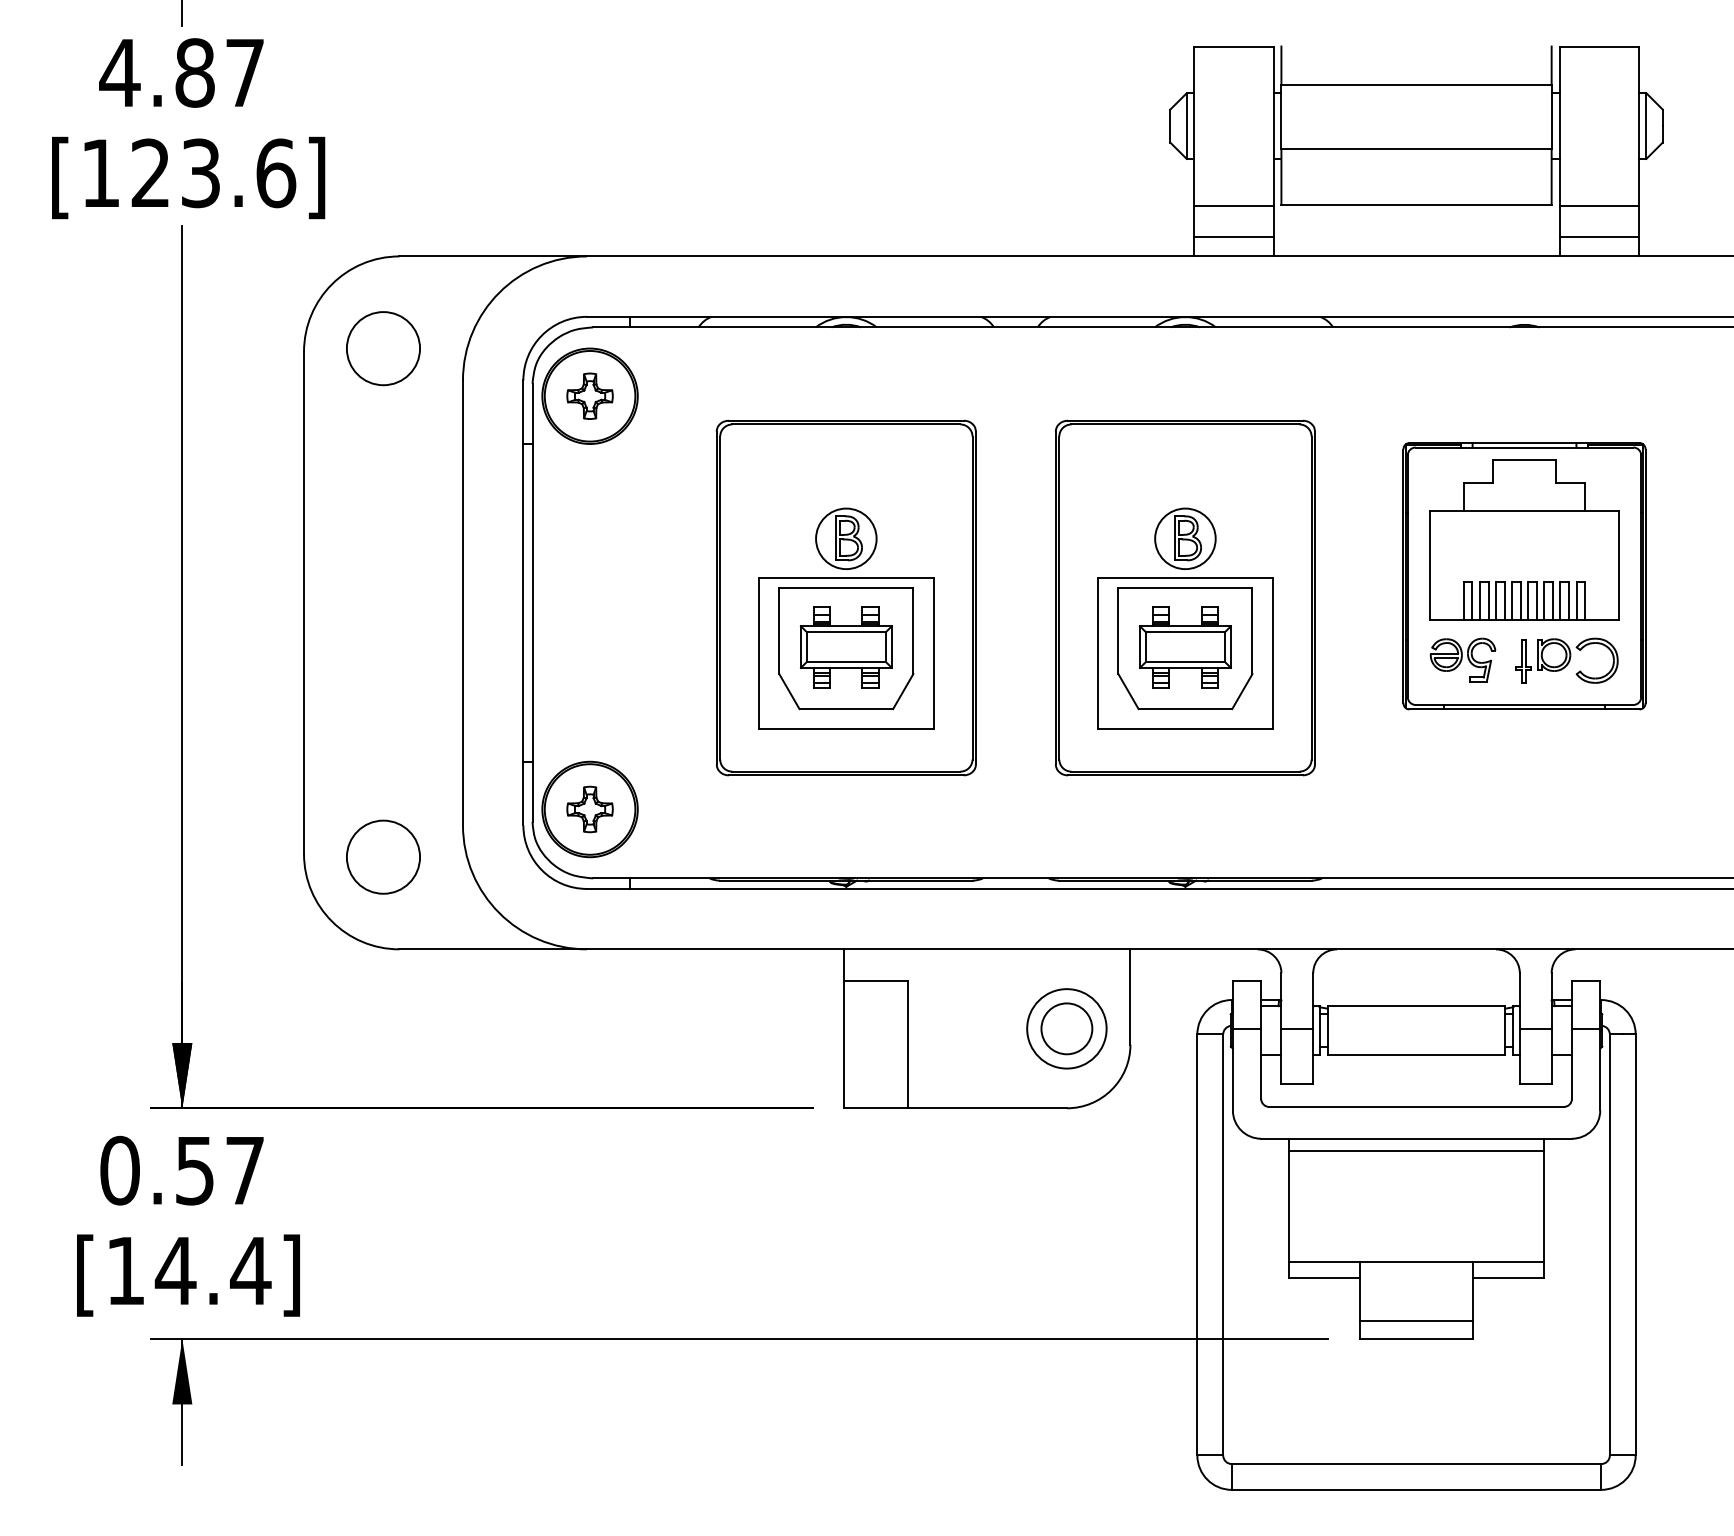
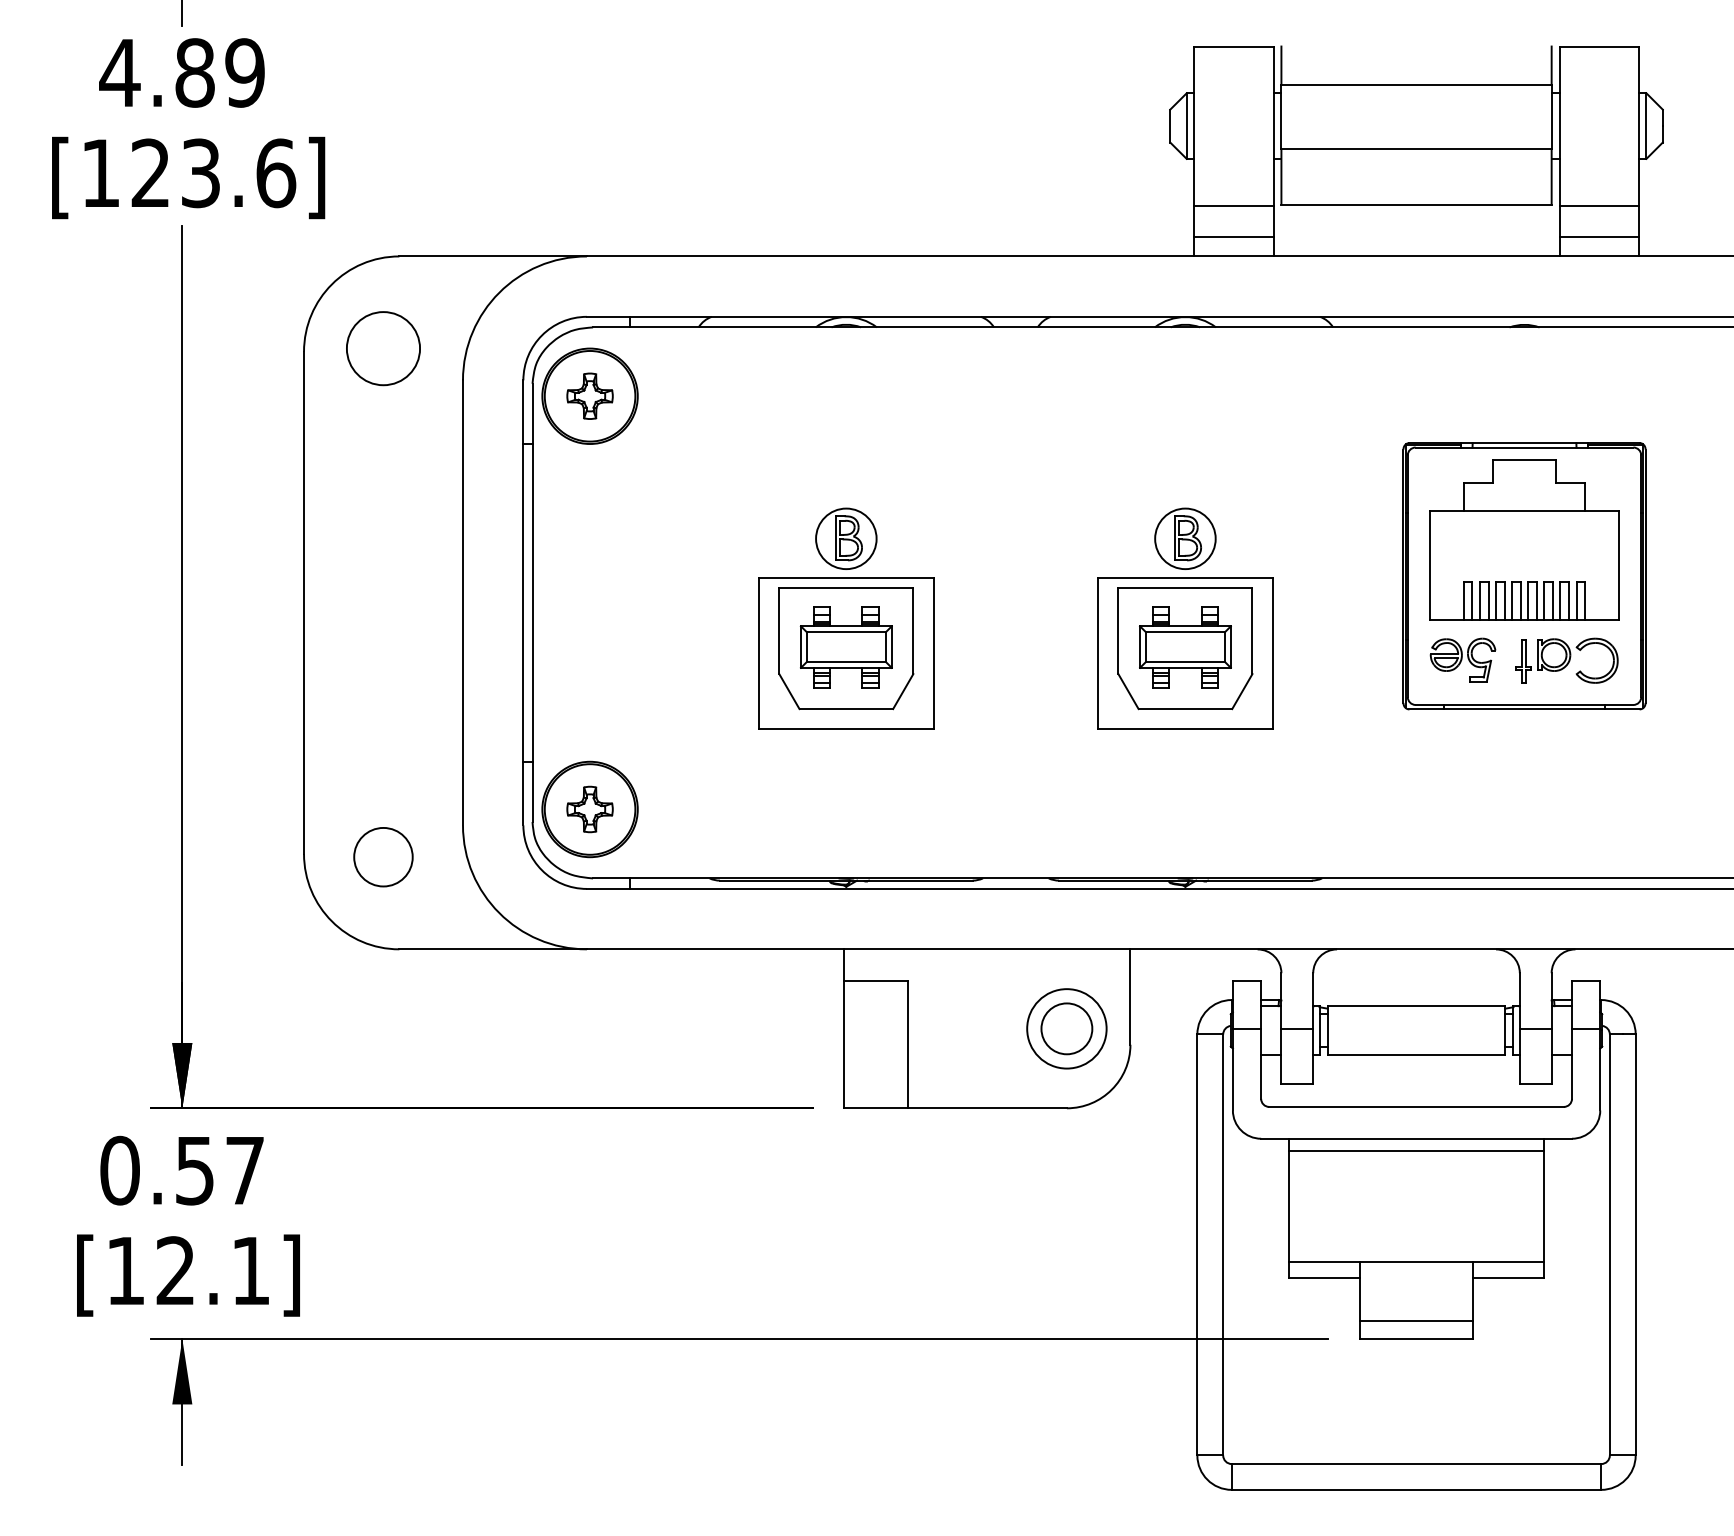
text at (244, 72): 4.87 -> 4.89
part at (845, 597): present -> none
part at (1185, 597): present -> none
circle at (383, 856) diameter: 73 px -> 59 px
text at (212, 1270): [14.4] -> [12.1]
